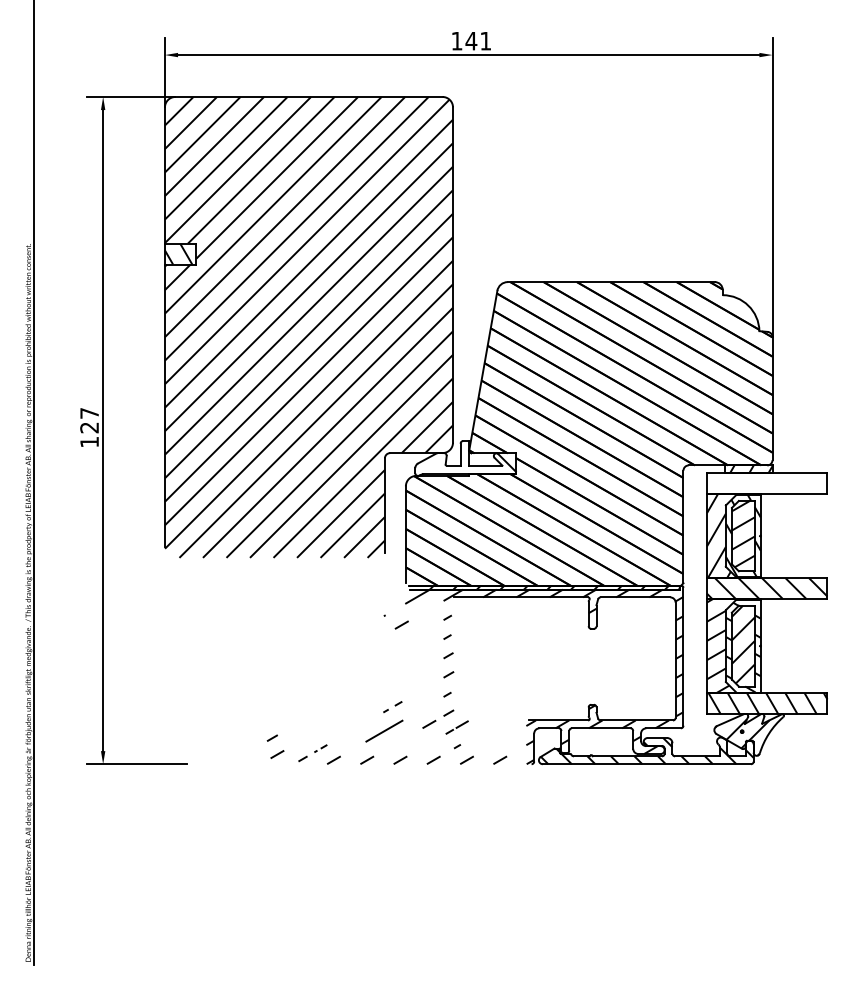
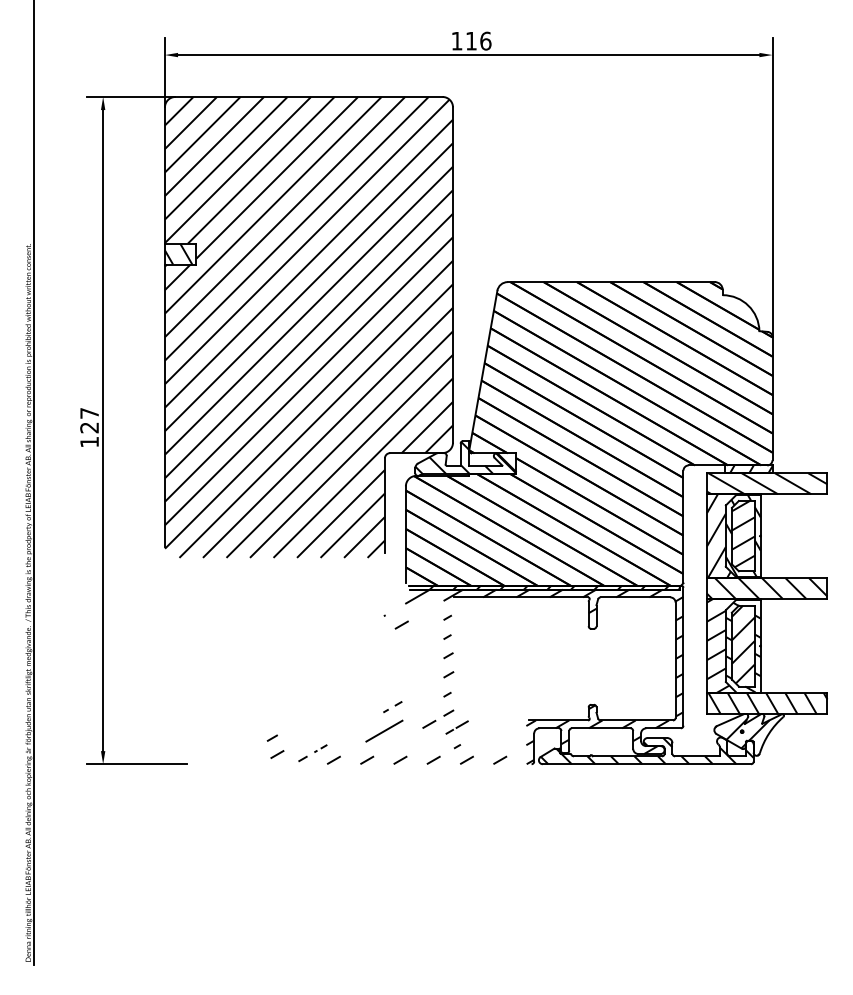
text at (478, 40): 141 -> 116
hatch at (465, 457): none -> present
hatch at (767, 483): none -> present
